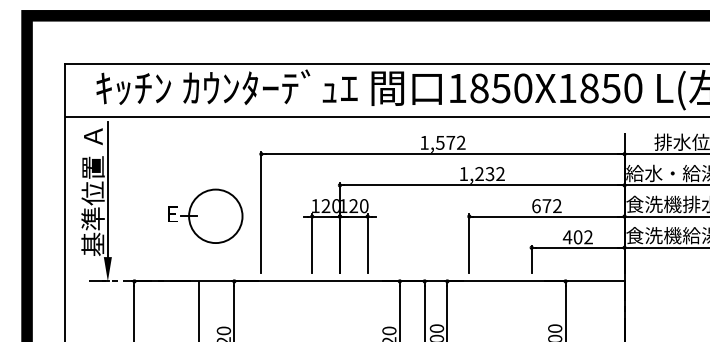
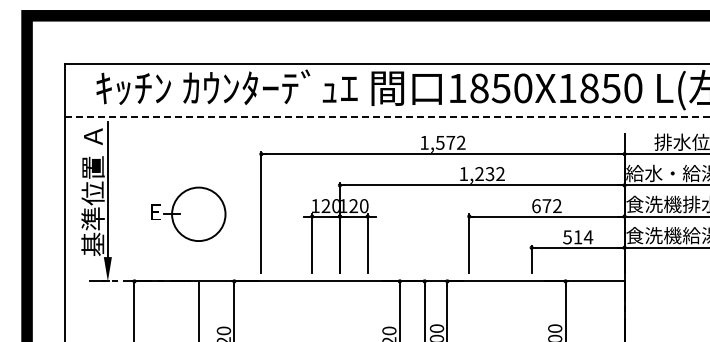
line at (387, 116): solid -> dashed
part at (205, 215) position: (205, 215) -> (188, 213)
text at (577, 237): 402 -> 514
